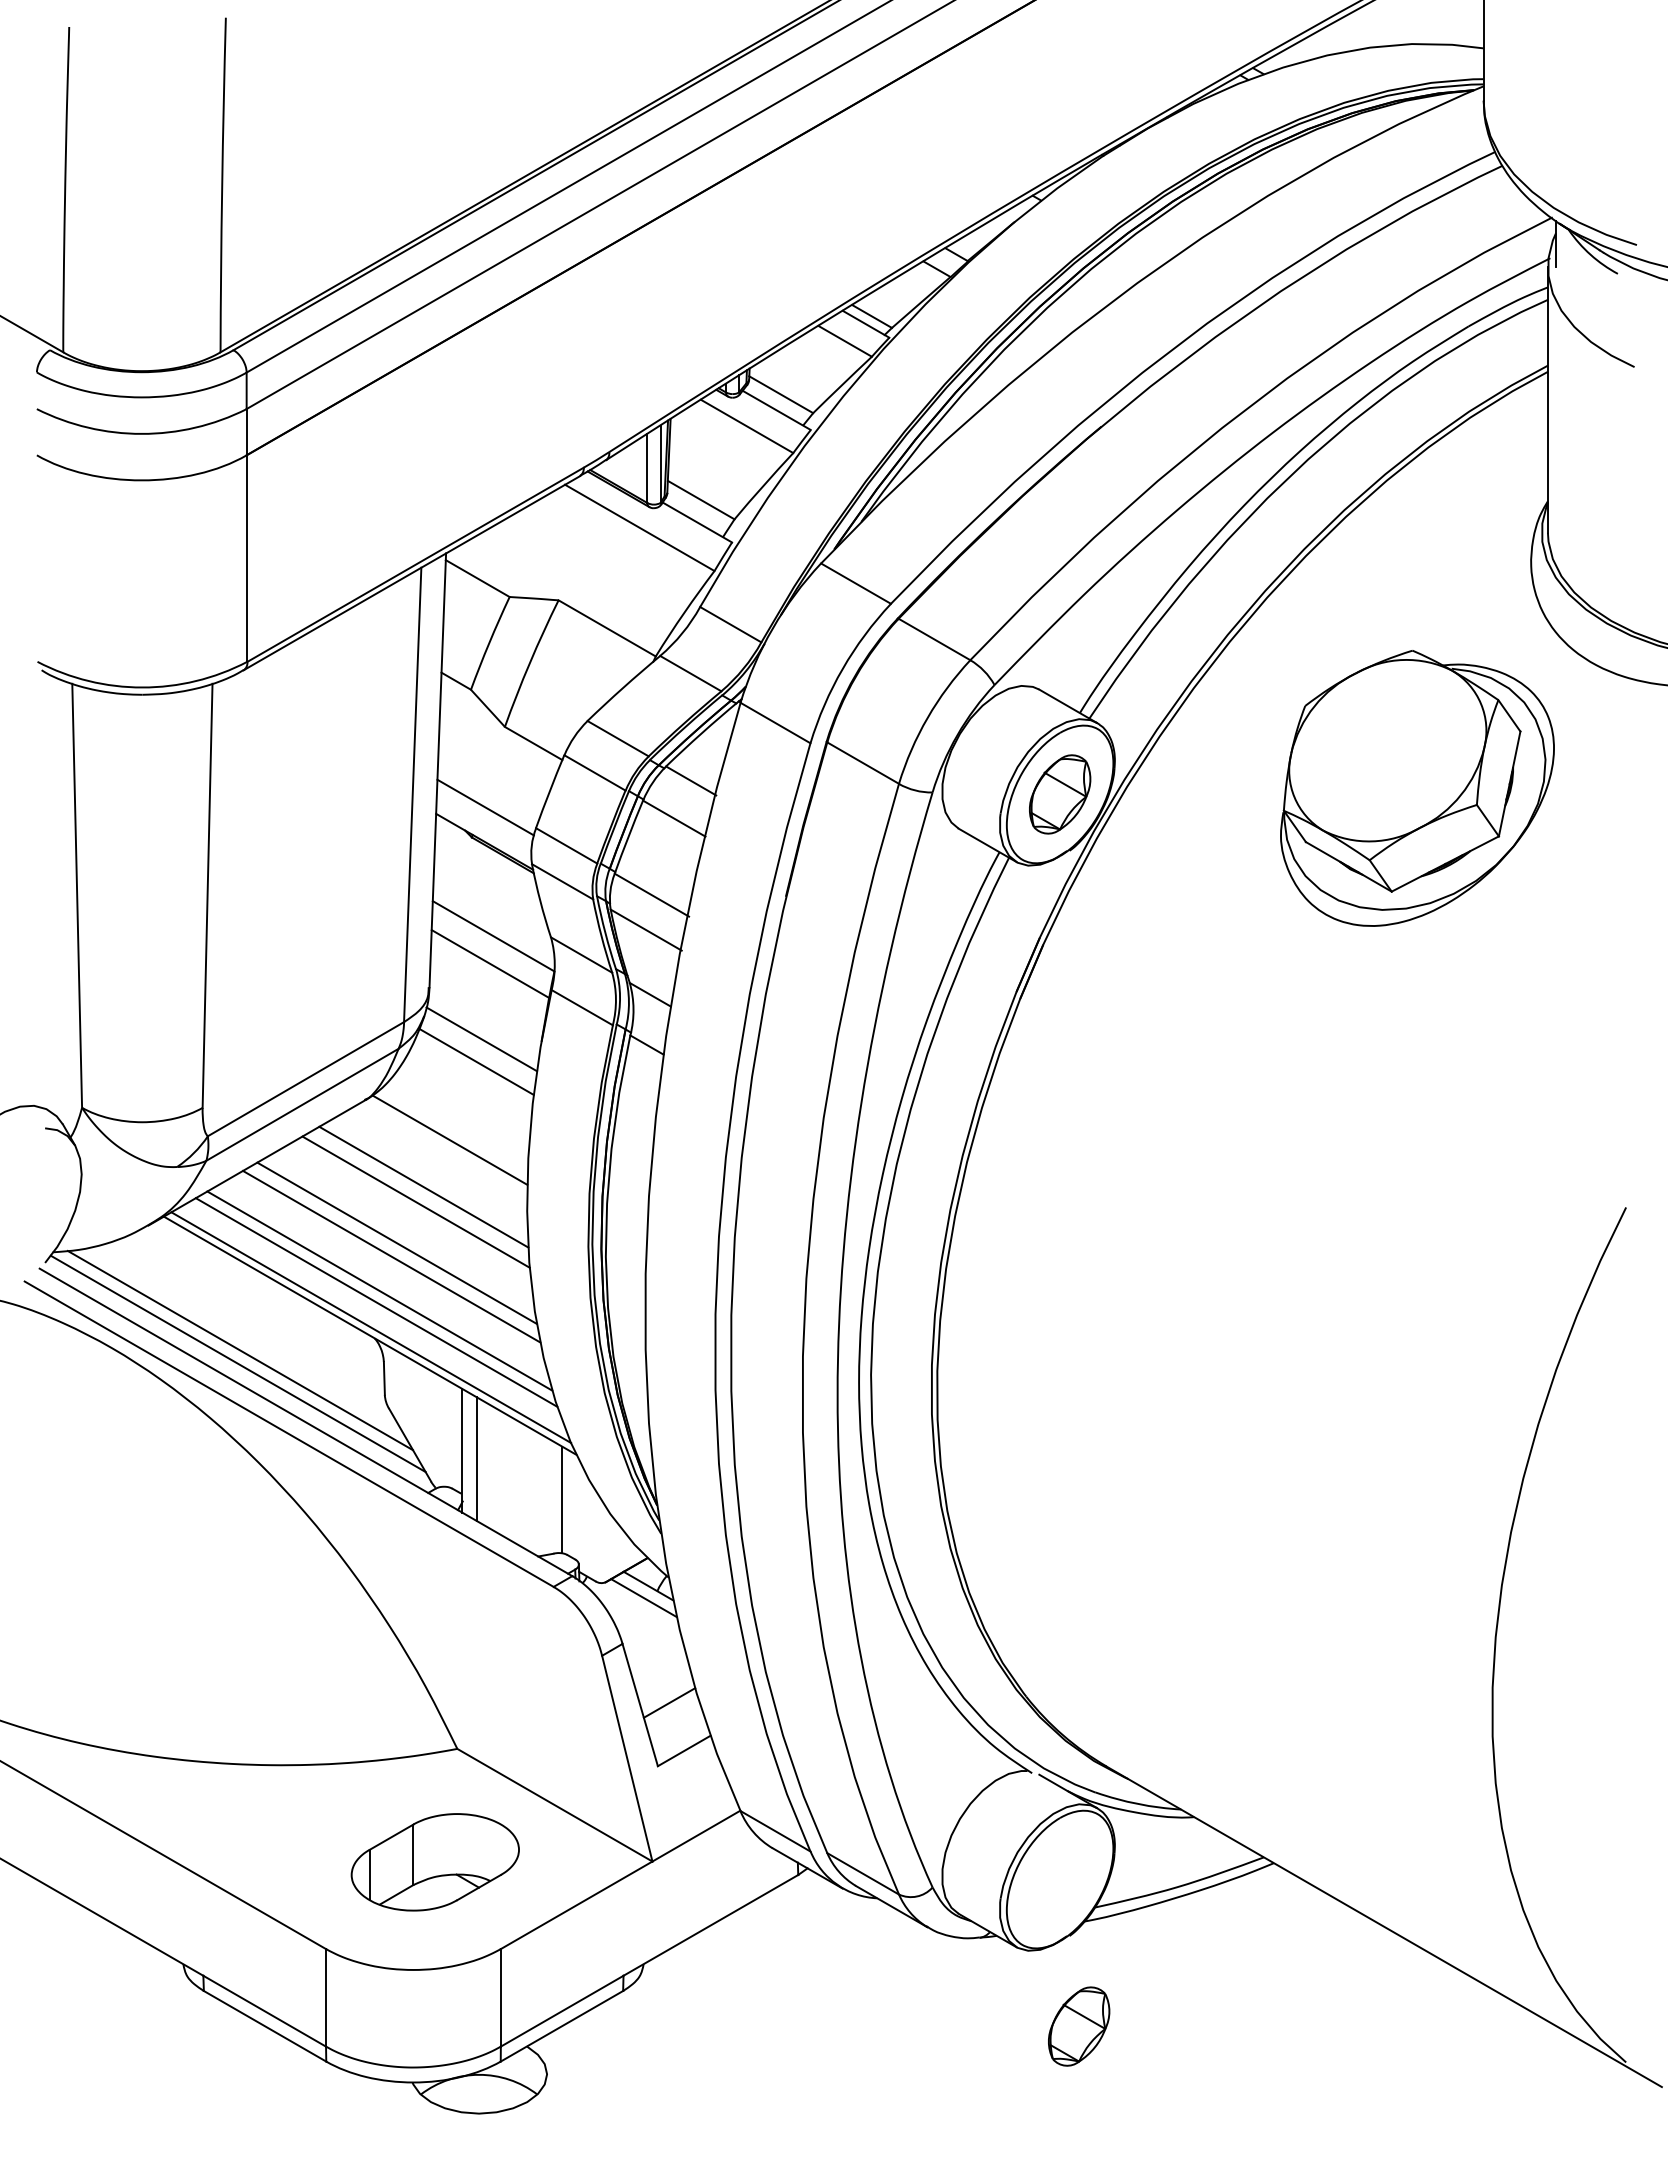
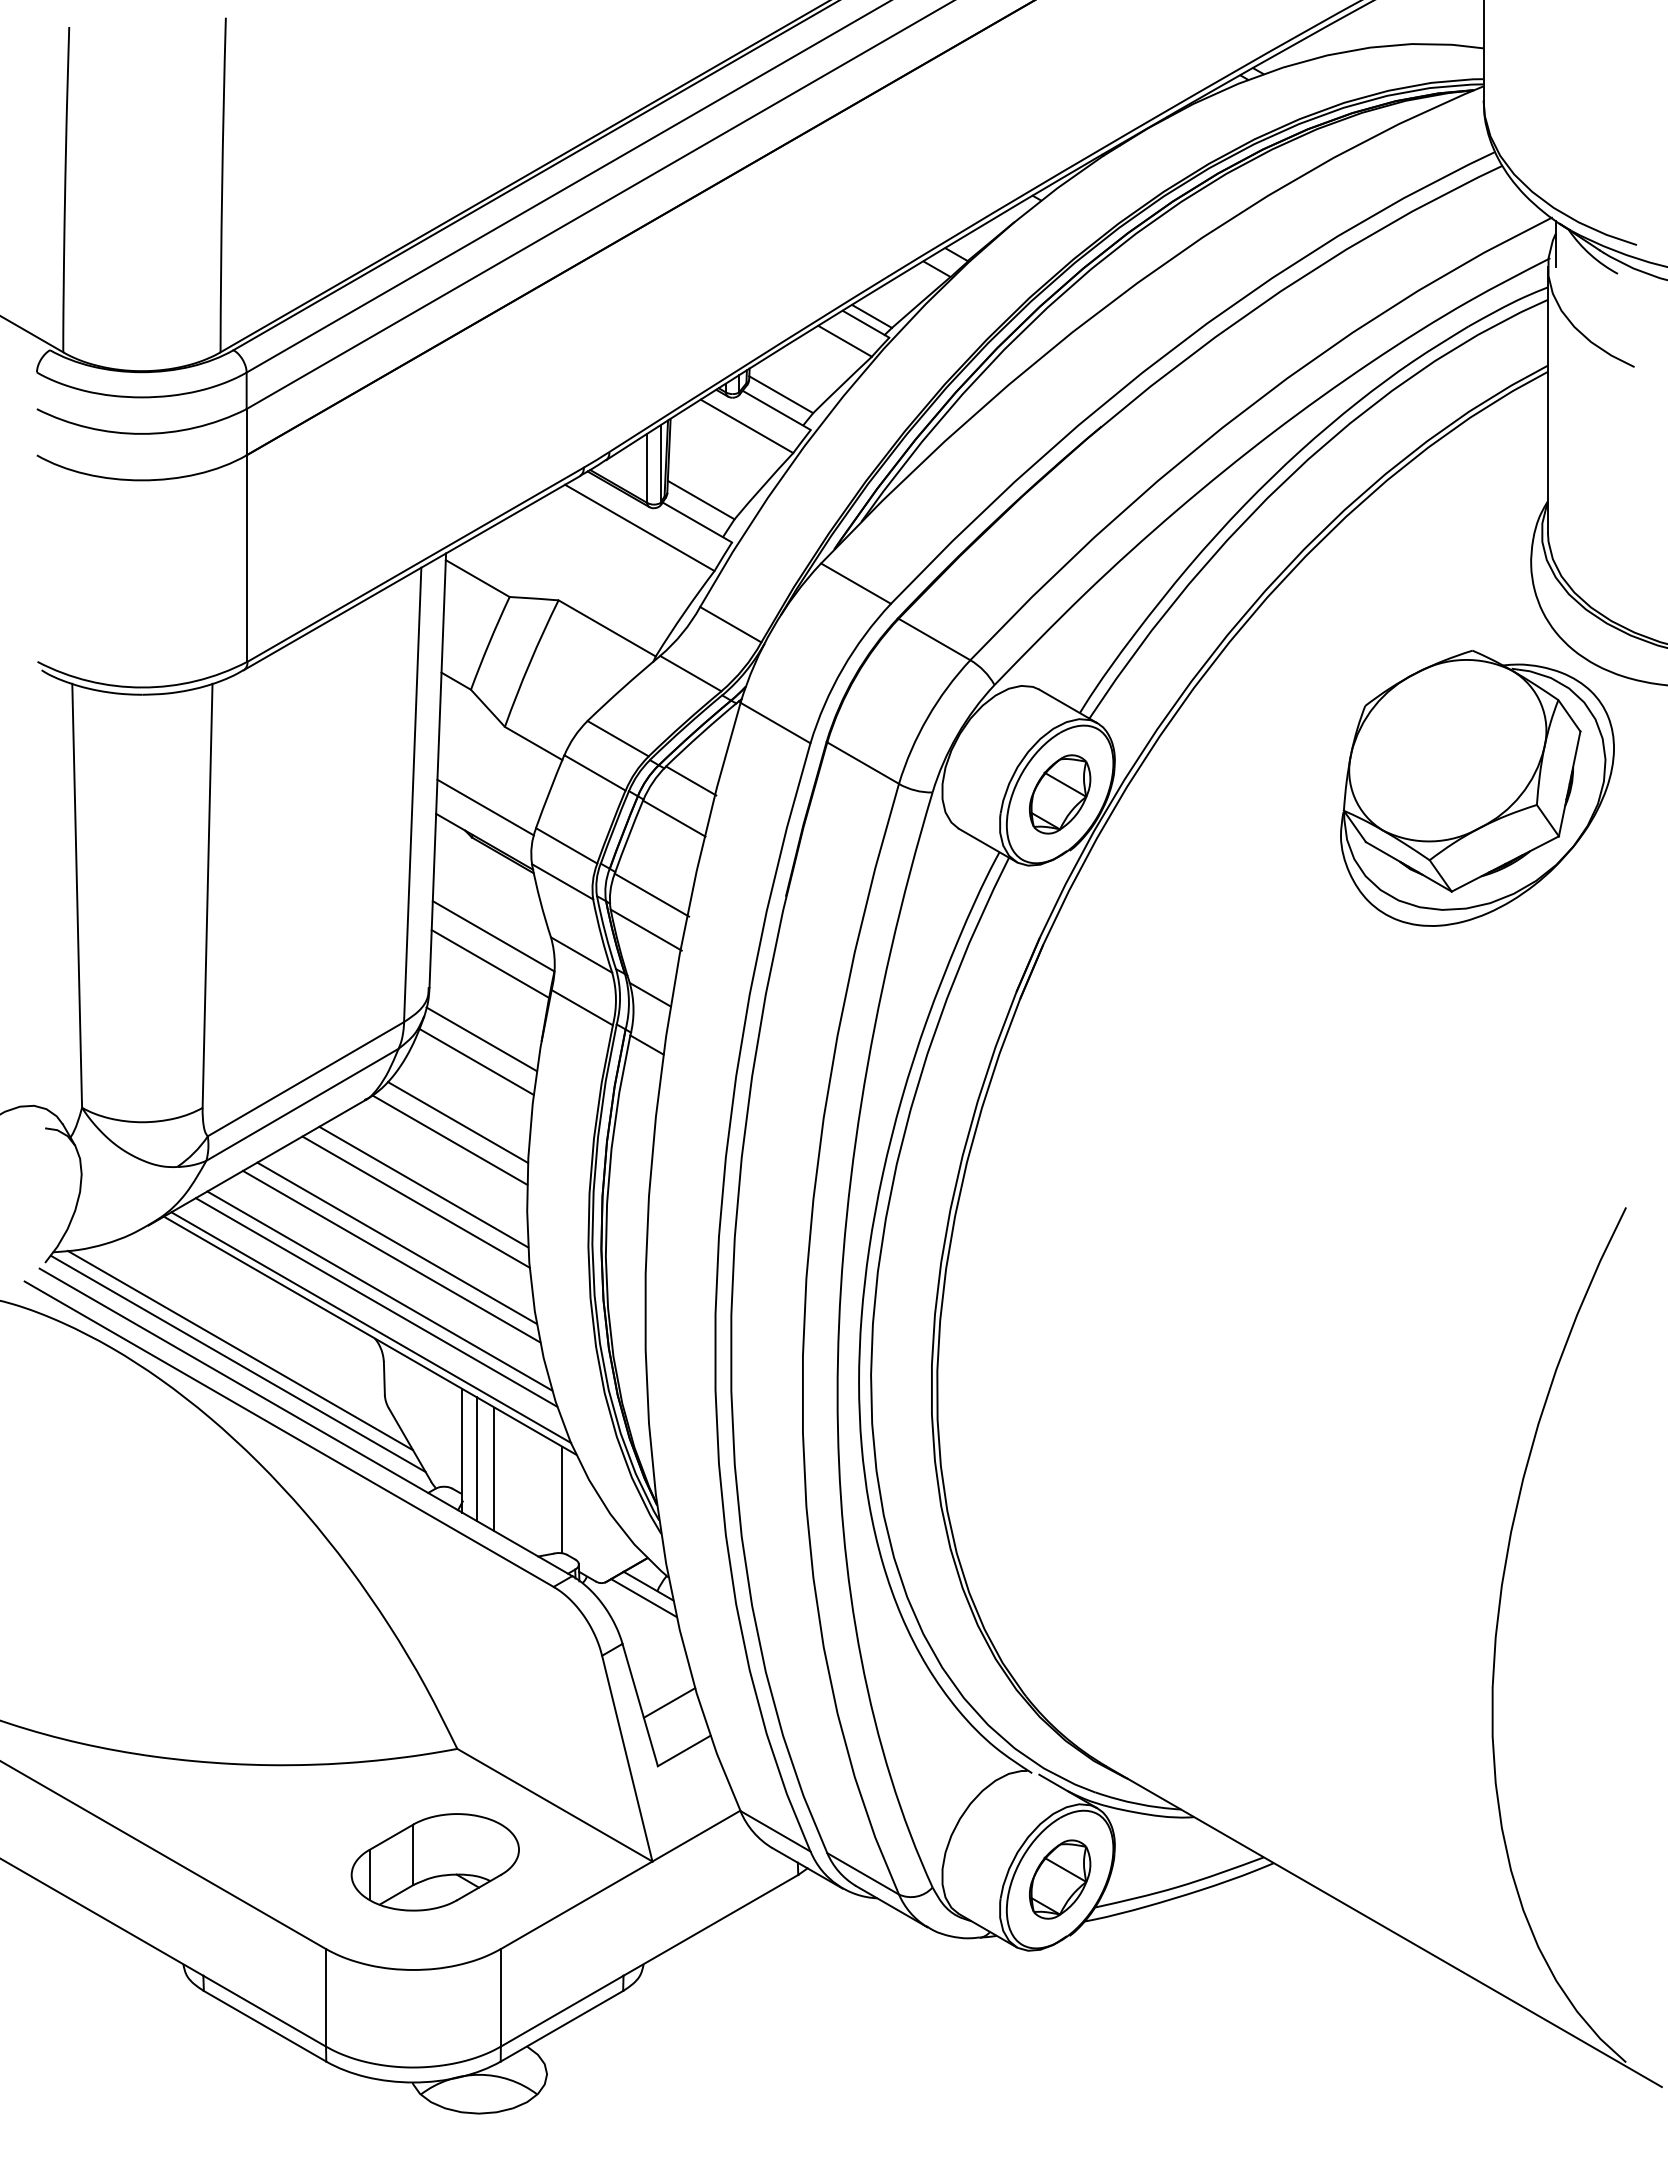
part at (1417, 788) position: (1417, 788) -> (1477, 788)
line at (457, 1122): none -> present
line at (494, 1469): none -> present
part at (1079, 2026) position: (1079, 2026) -> (1060, 1879)
